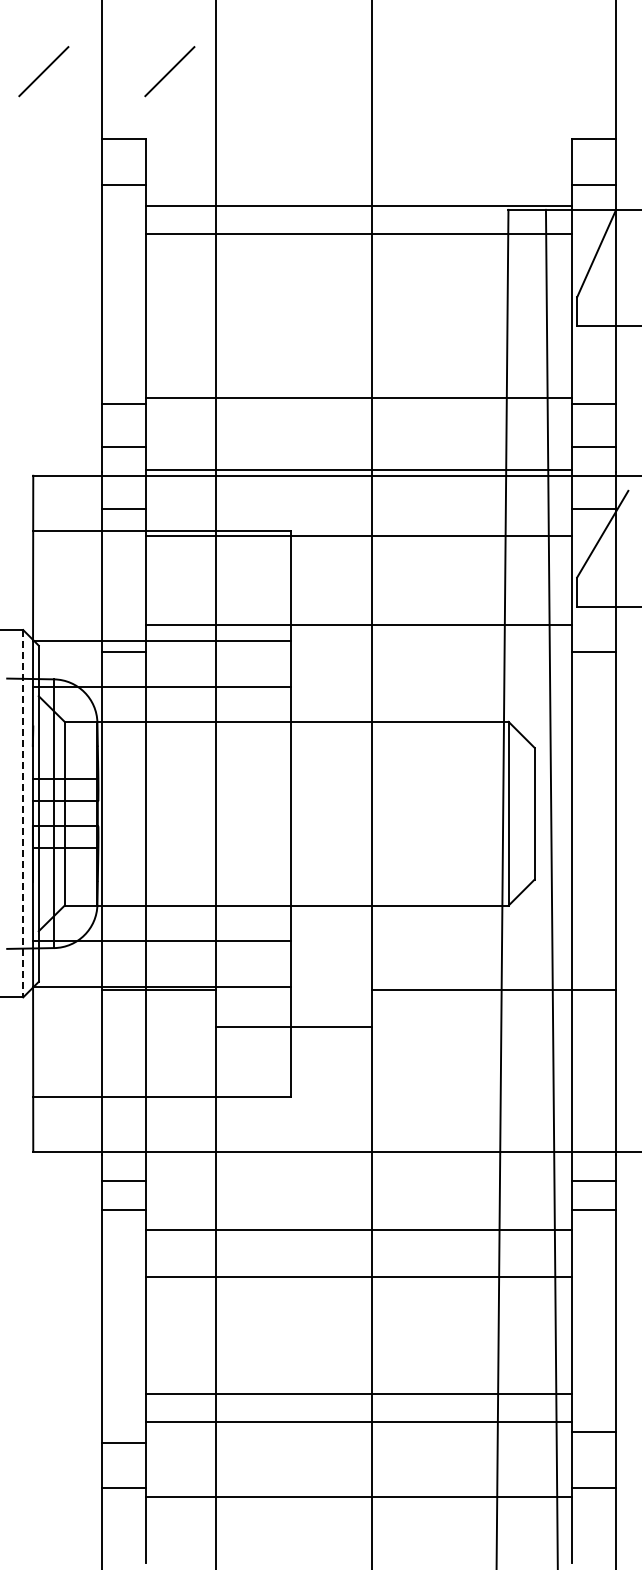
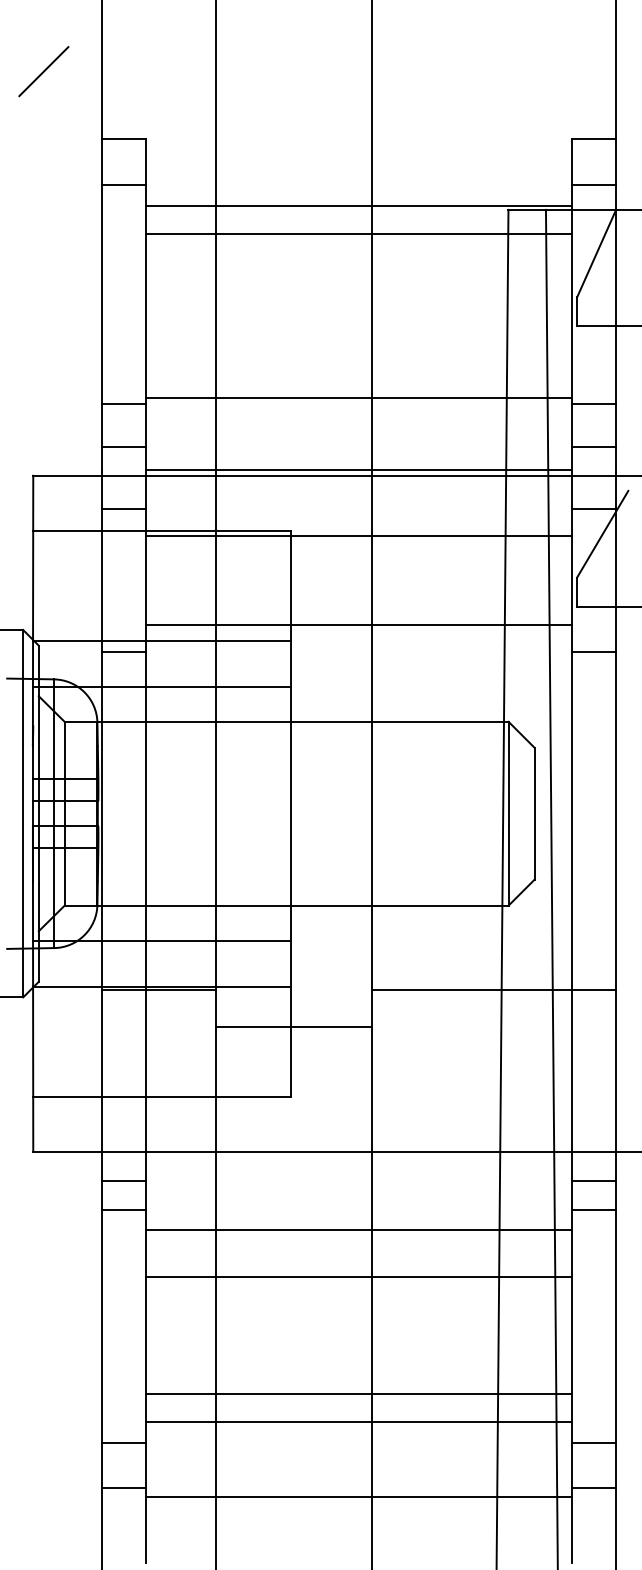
line at (169, 71): present -> none
line at (23, 813): dashed -> solid
line at (594, 1431) position: (594, 1431) -> (594, 1442)
